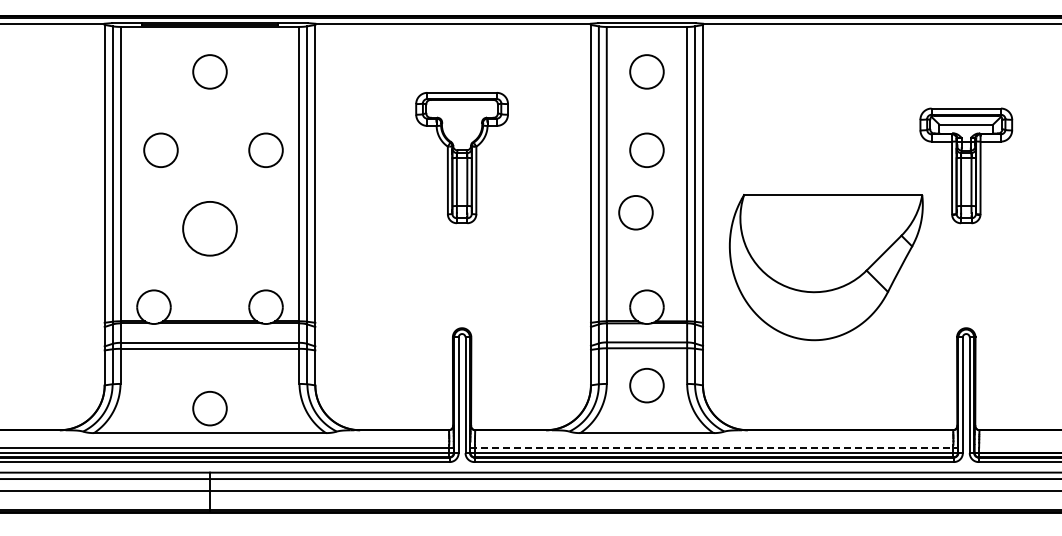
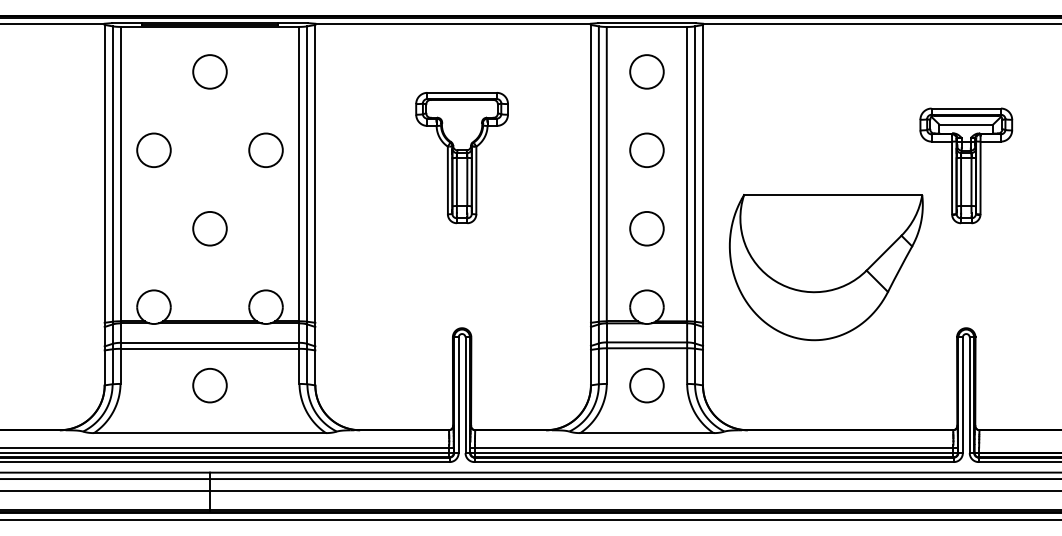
circle at (160, 149) position: (160, 149) -> (153, 149)
circle at (635, 212) position: (635, 212) -> (646, 228)
circle at (209, 228) diameter: 54 px -> 34 px
circle at (209, 408) position: (209, 408) -> (209, 385)
line at (714, 448): dashed -> solid
line at (530, 520): none -> present
